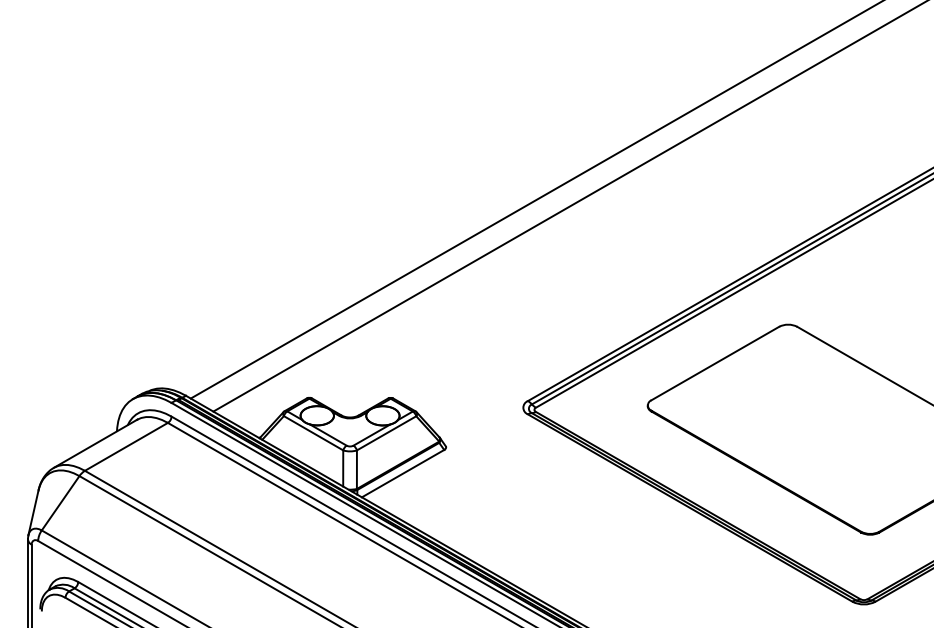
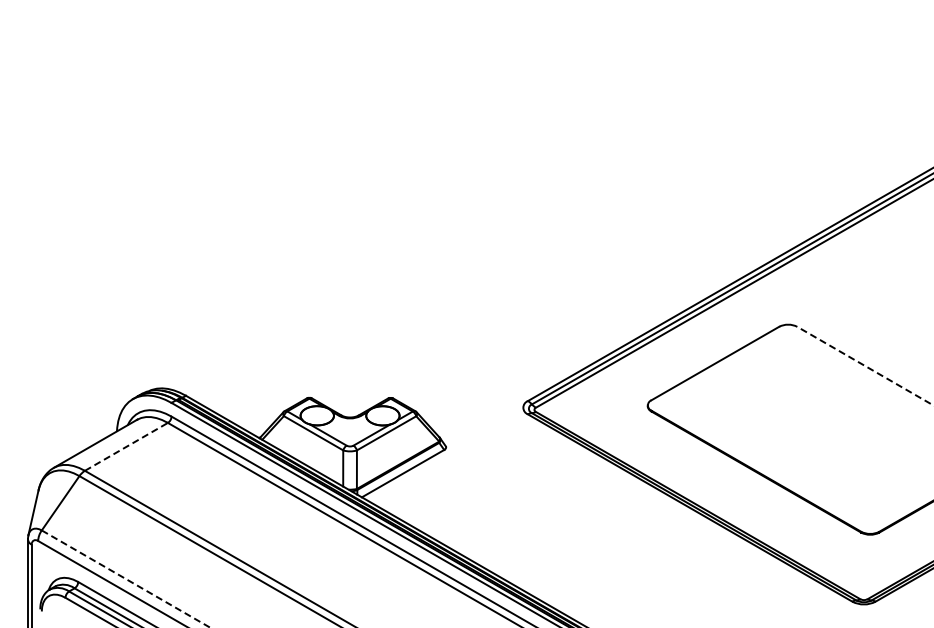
line at (535, 200): present -> none
line at (569, 206): present -> none
line at (865, 366): solid -> dashed
line at (126, 446): solid -> dashed
line at (126, 579): solid -> dashed
